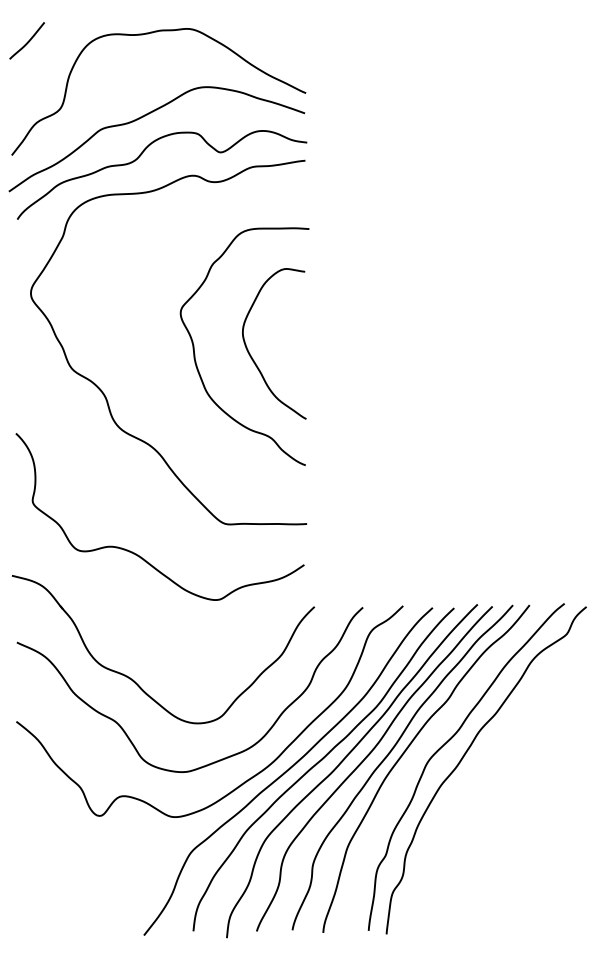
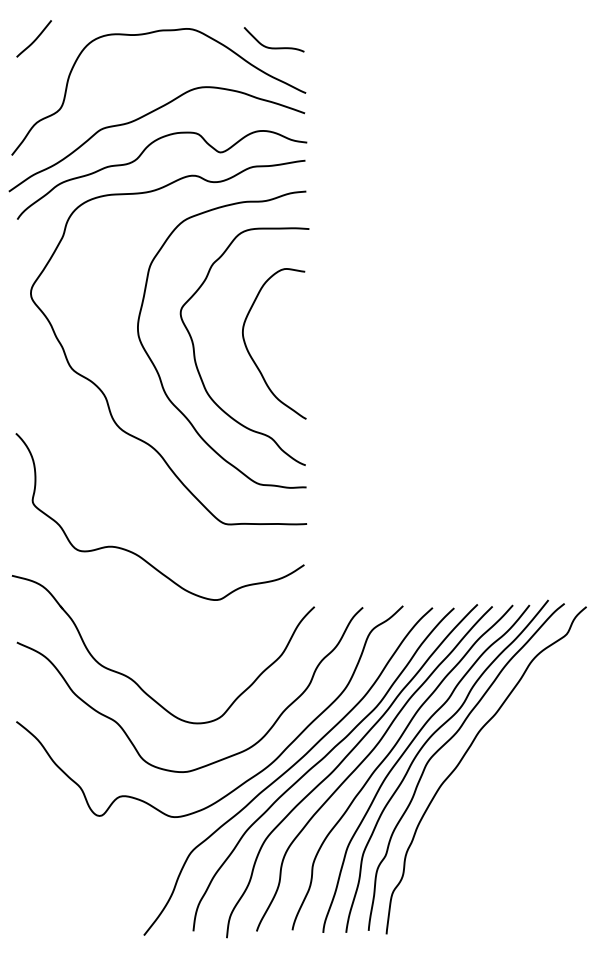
curve at (27, 41) position: (27, 41) -> (34, 39)
curve at (273, 47): none -> present
curve at (158, 371): none -> present
curve at (421, 750): none -> present
